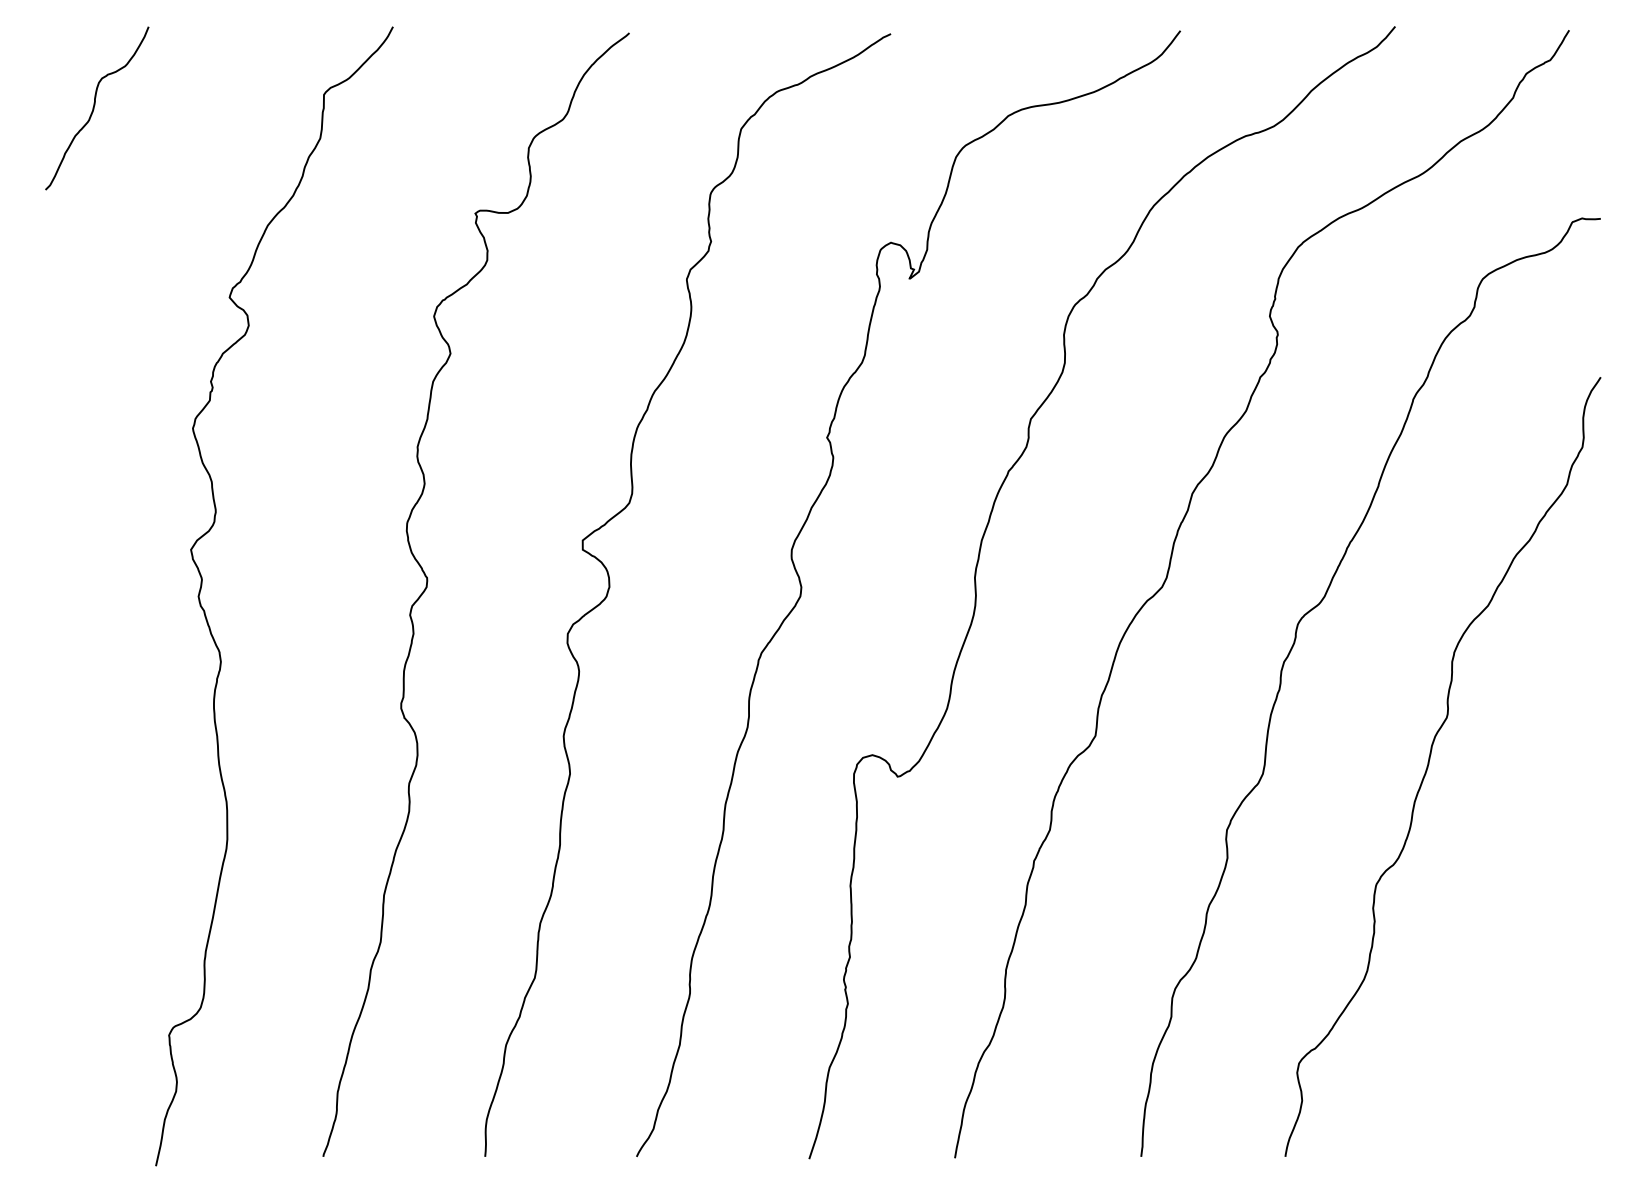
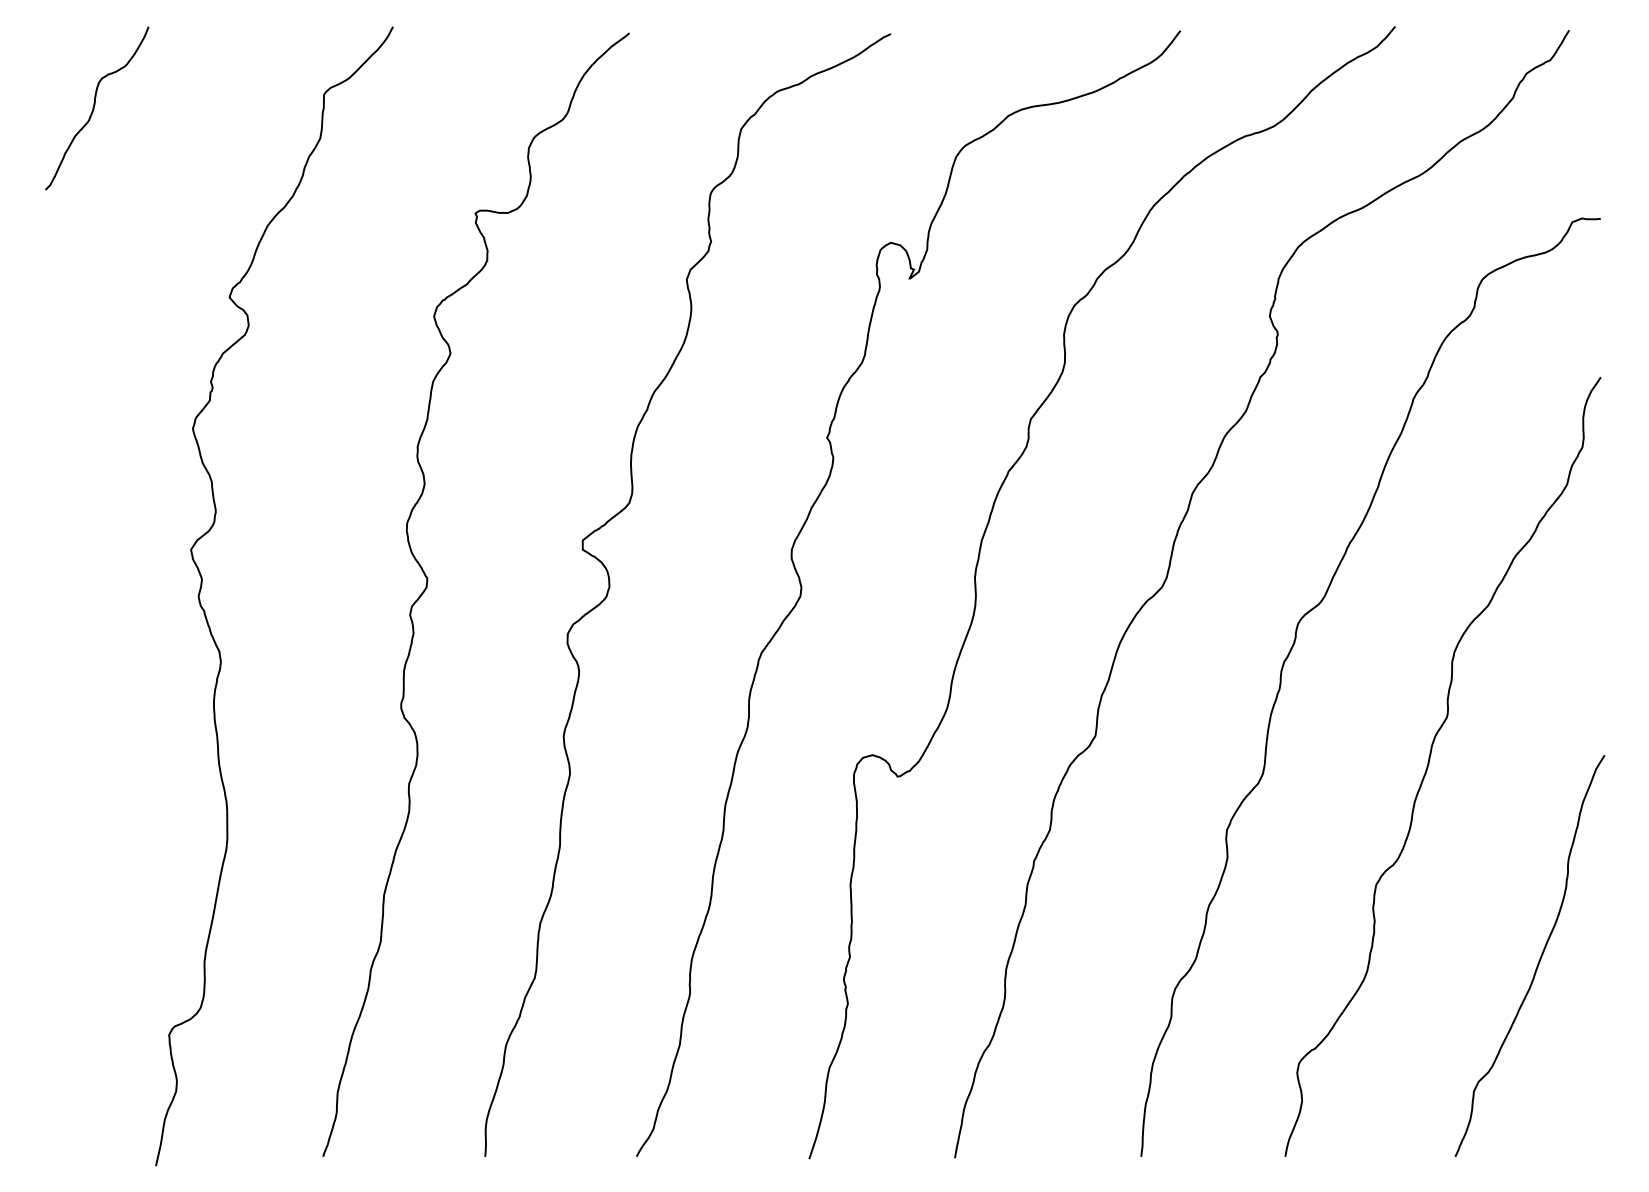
curve at (1538, 960): none -> present
